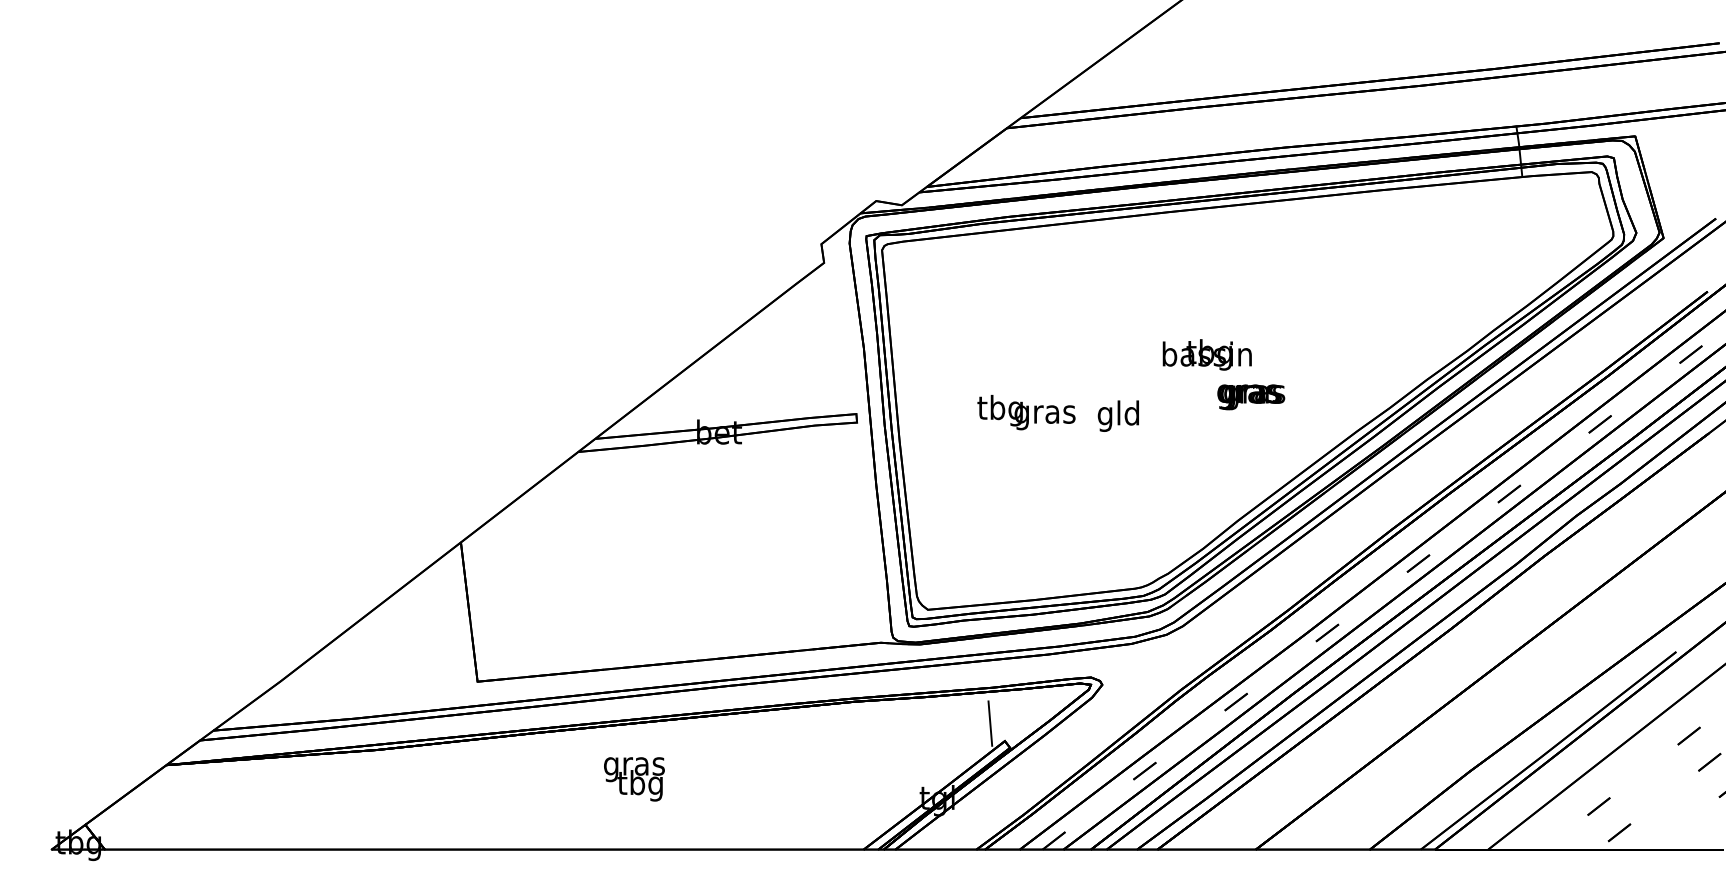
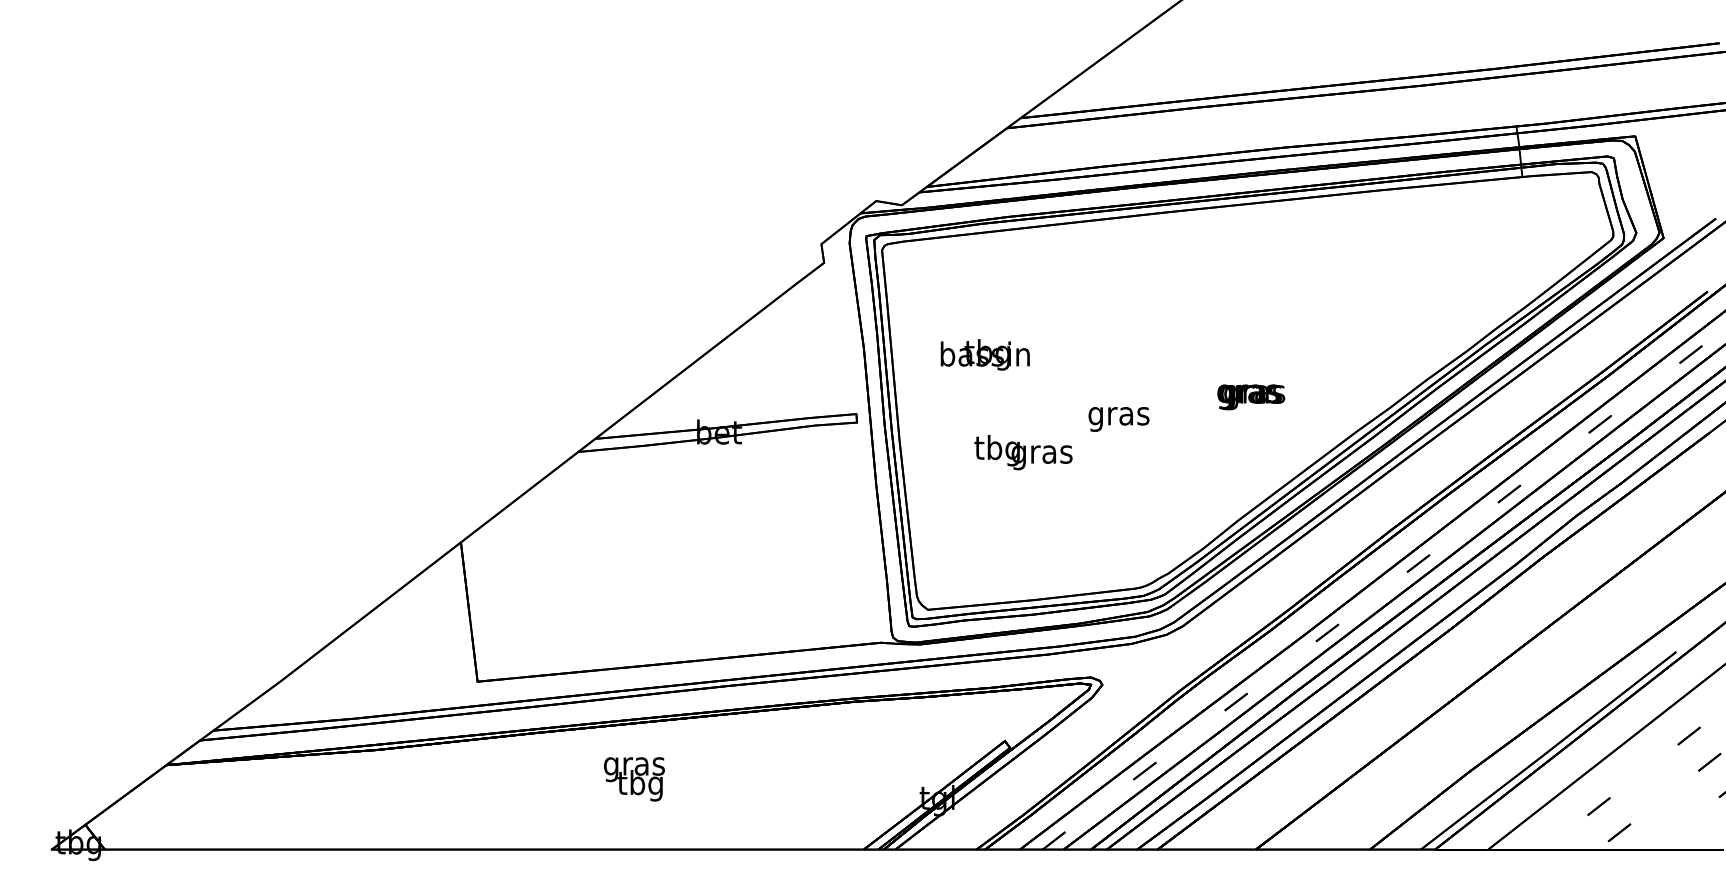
text at (1206, 354) position: (1206, 354) -> (984, 354)
text at (1026, 412) position: (1026, 412) -> (1023, 452)
text at (1118, 415): gld -> gras
line at (990, 723): present -> none
